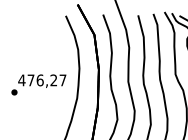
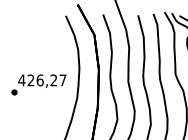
text at (30, 80): 476,27 -> 426,27
